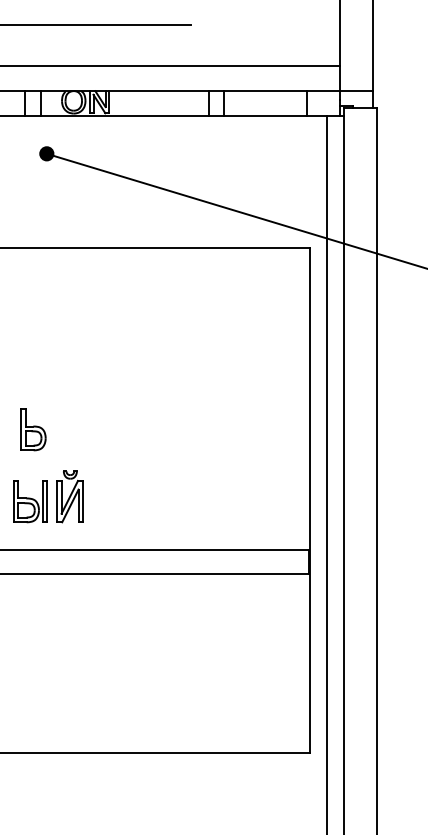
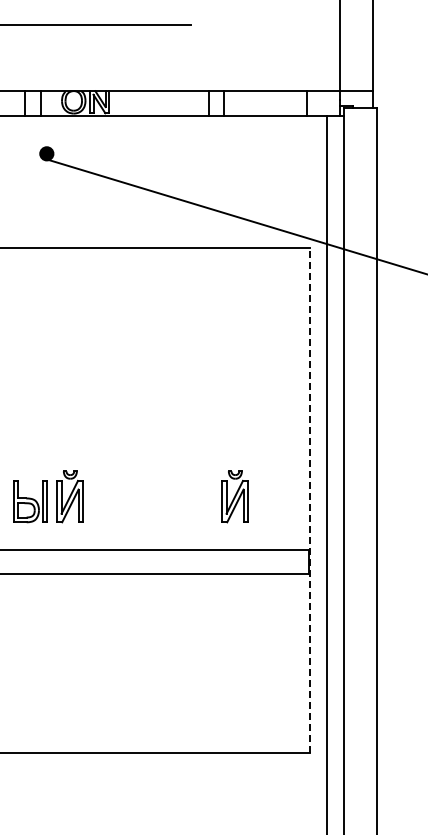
line at (170, 66): present -> none
line at (235, 210) position: (235, 210) -> (234, 215)
part at (33, 429): present -> none
part at (234, 496): none -> present
line at (309, 500): solid -> dashed
